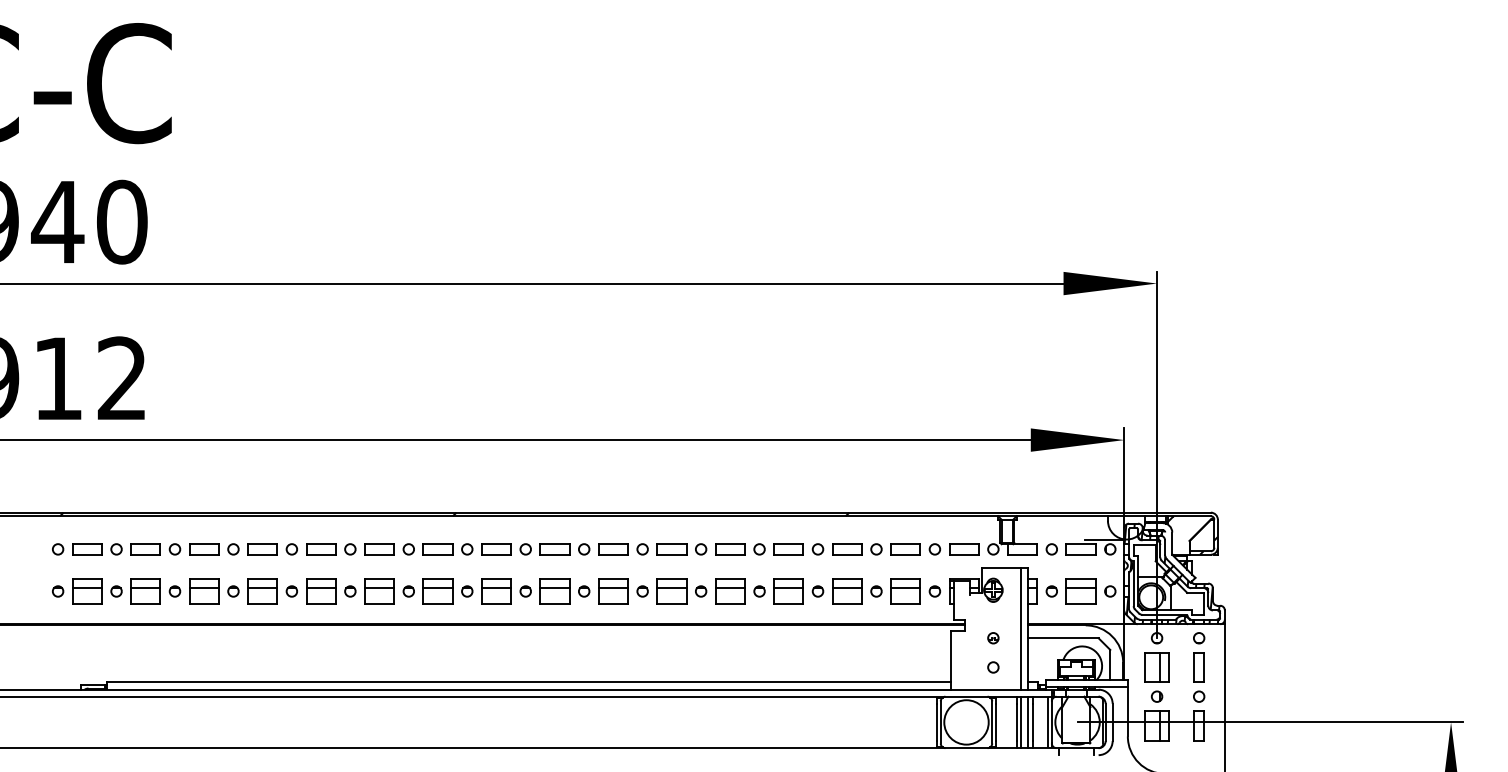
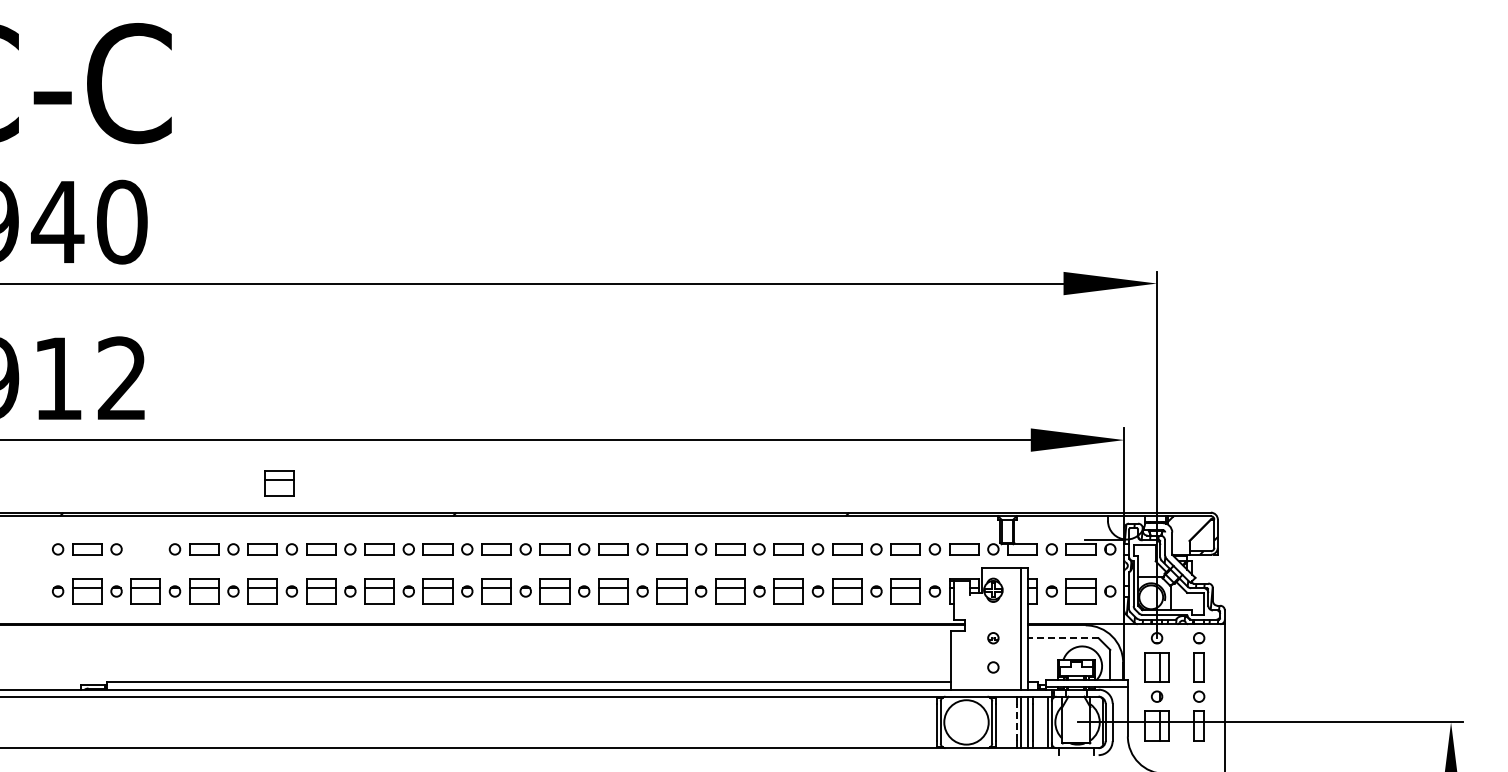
part at (279, 483): none -> present
part at (145, 549): present -> none
line at (1063, 638): solid -> dashed
line at (1016, 722): solid -> dashed
